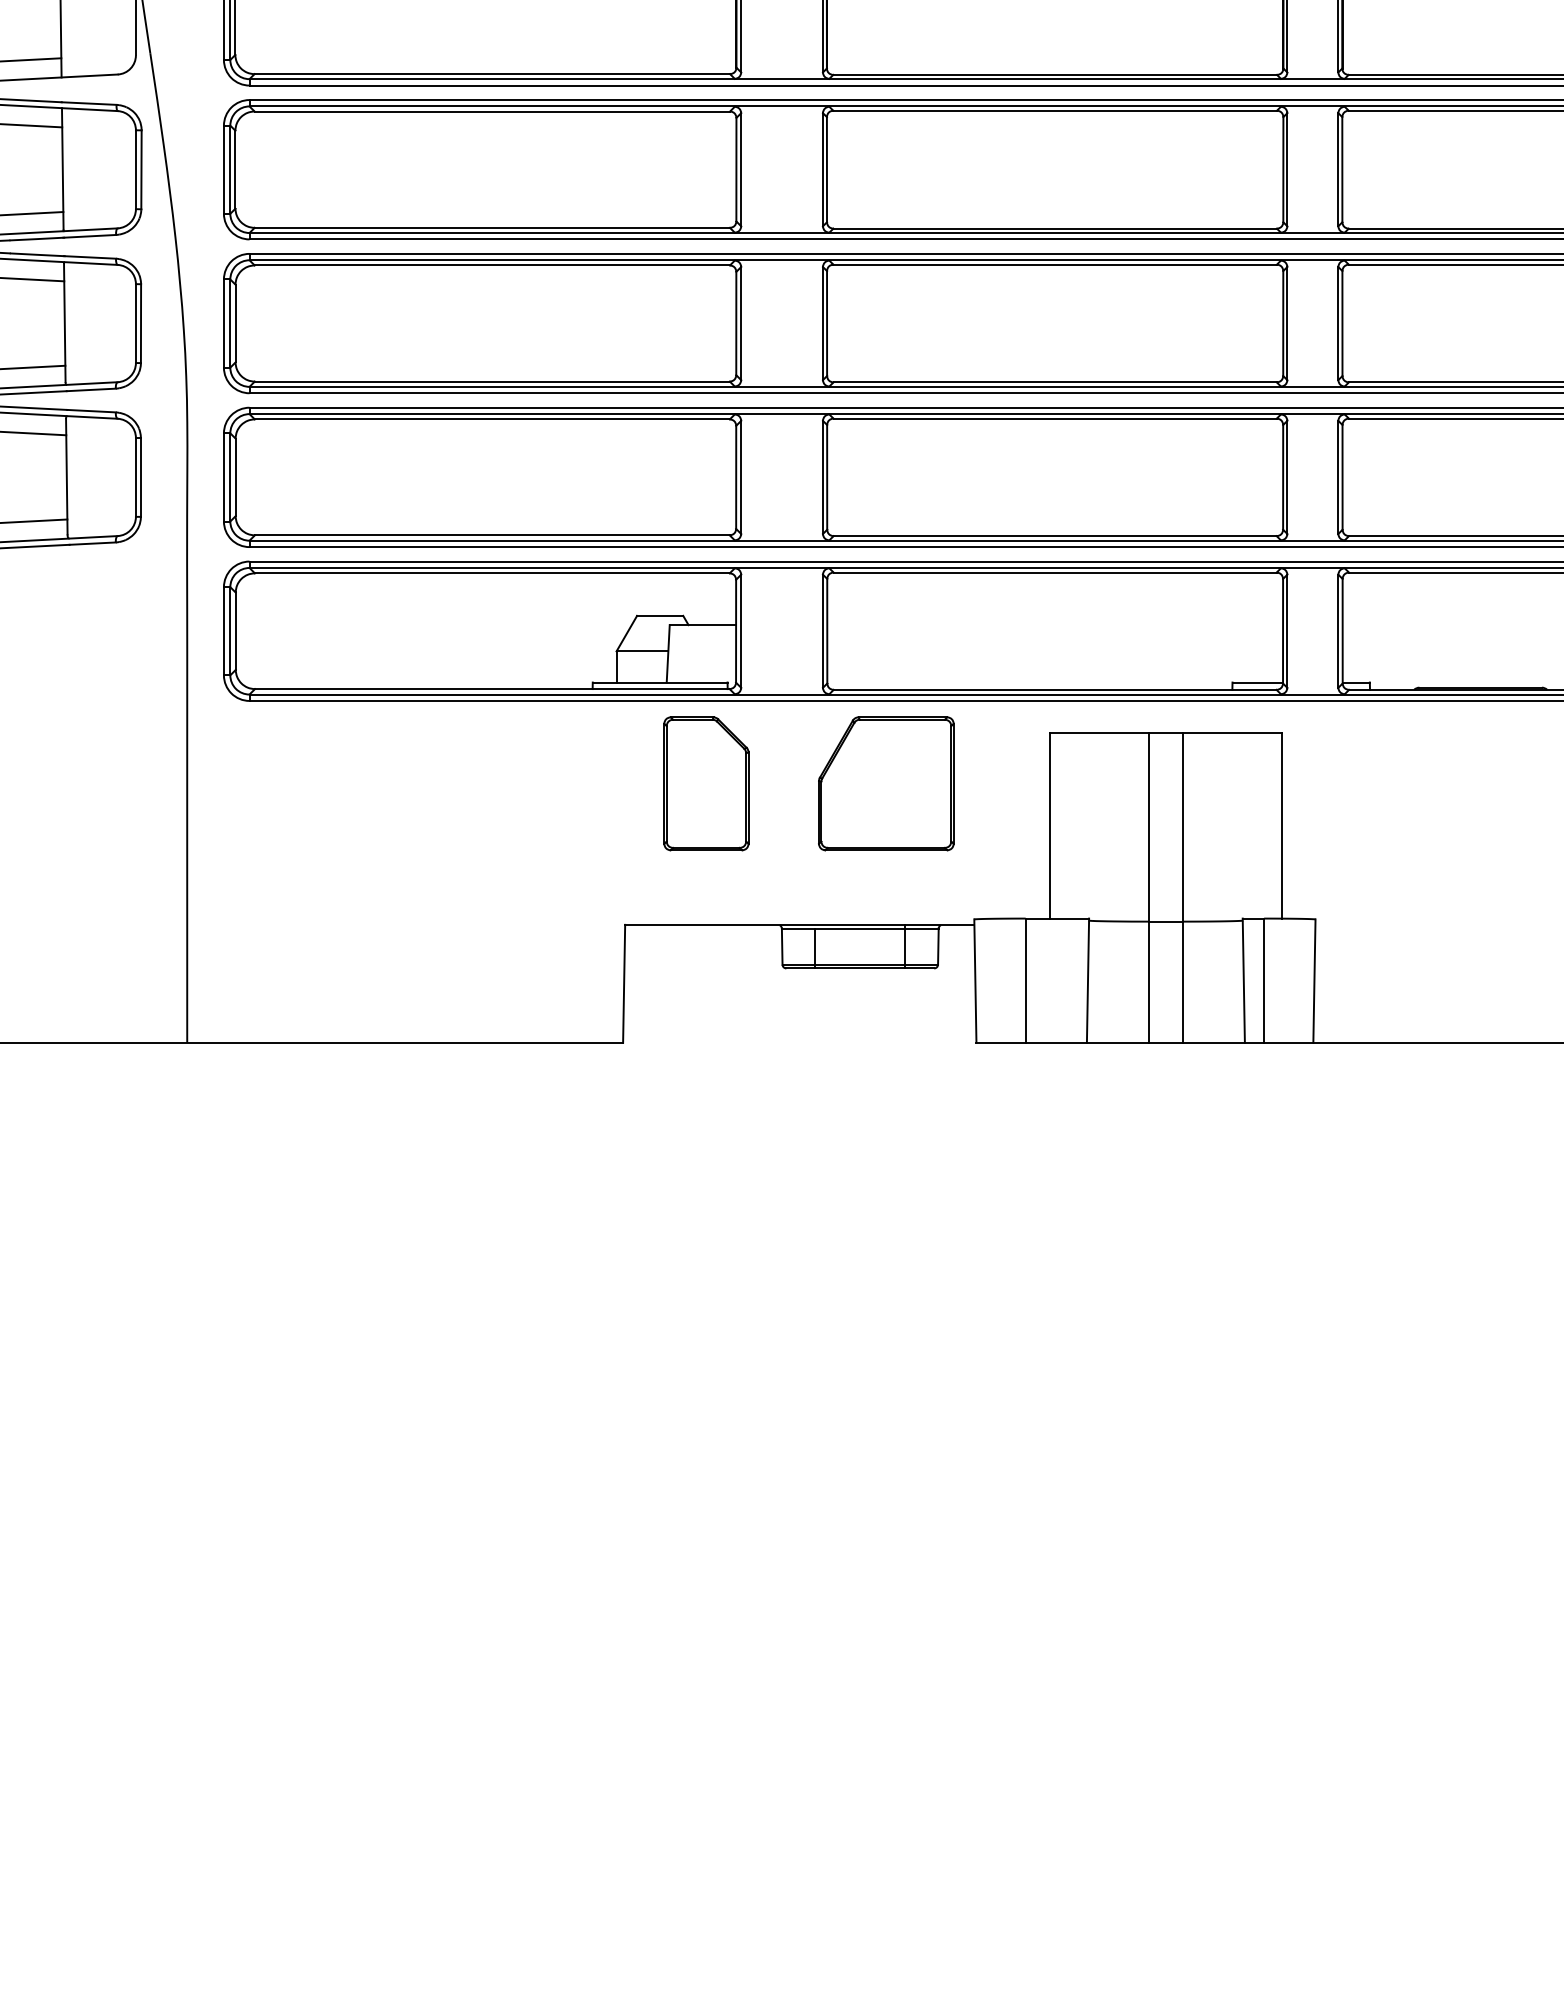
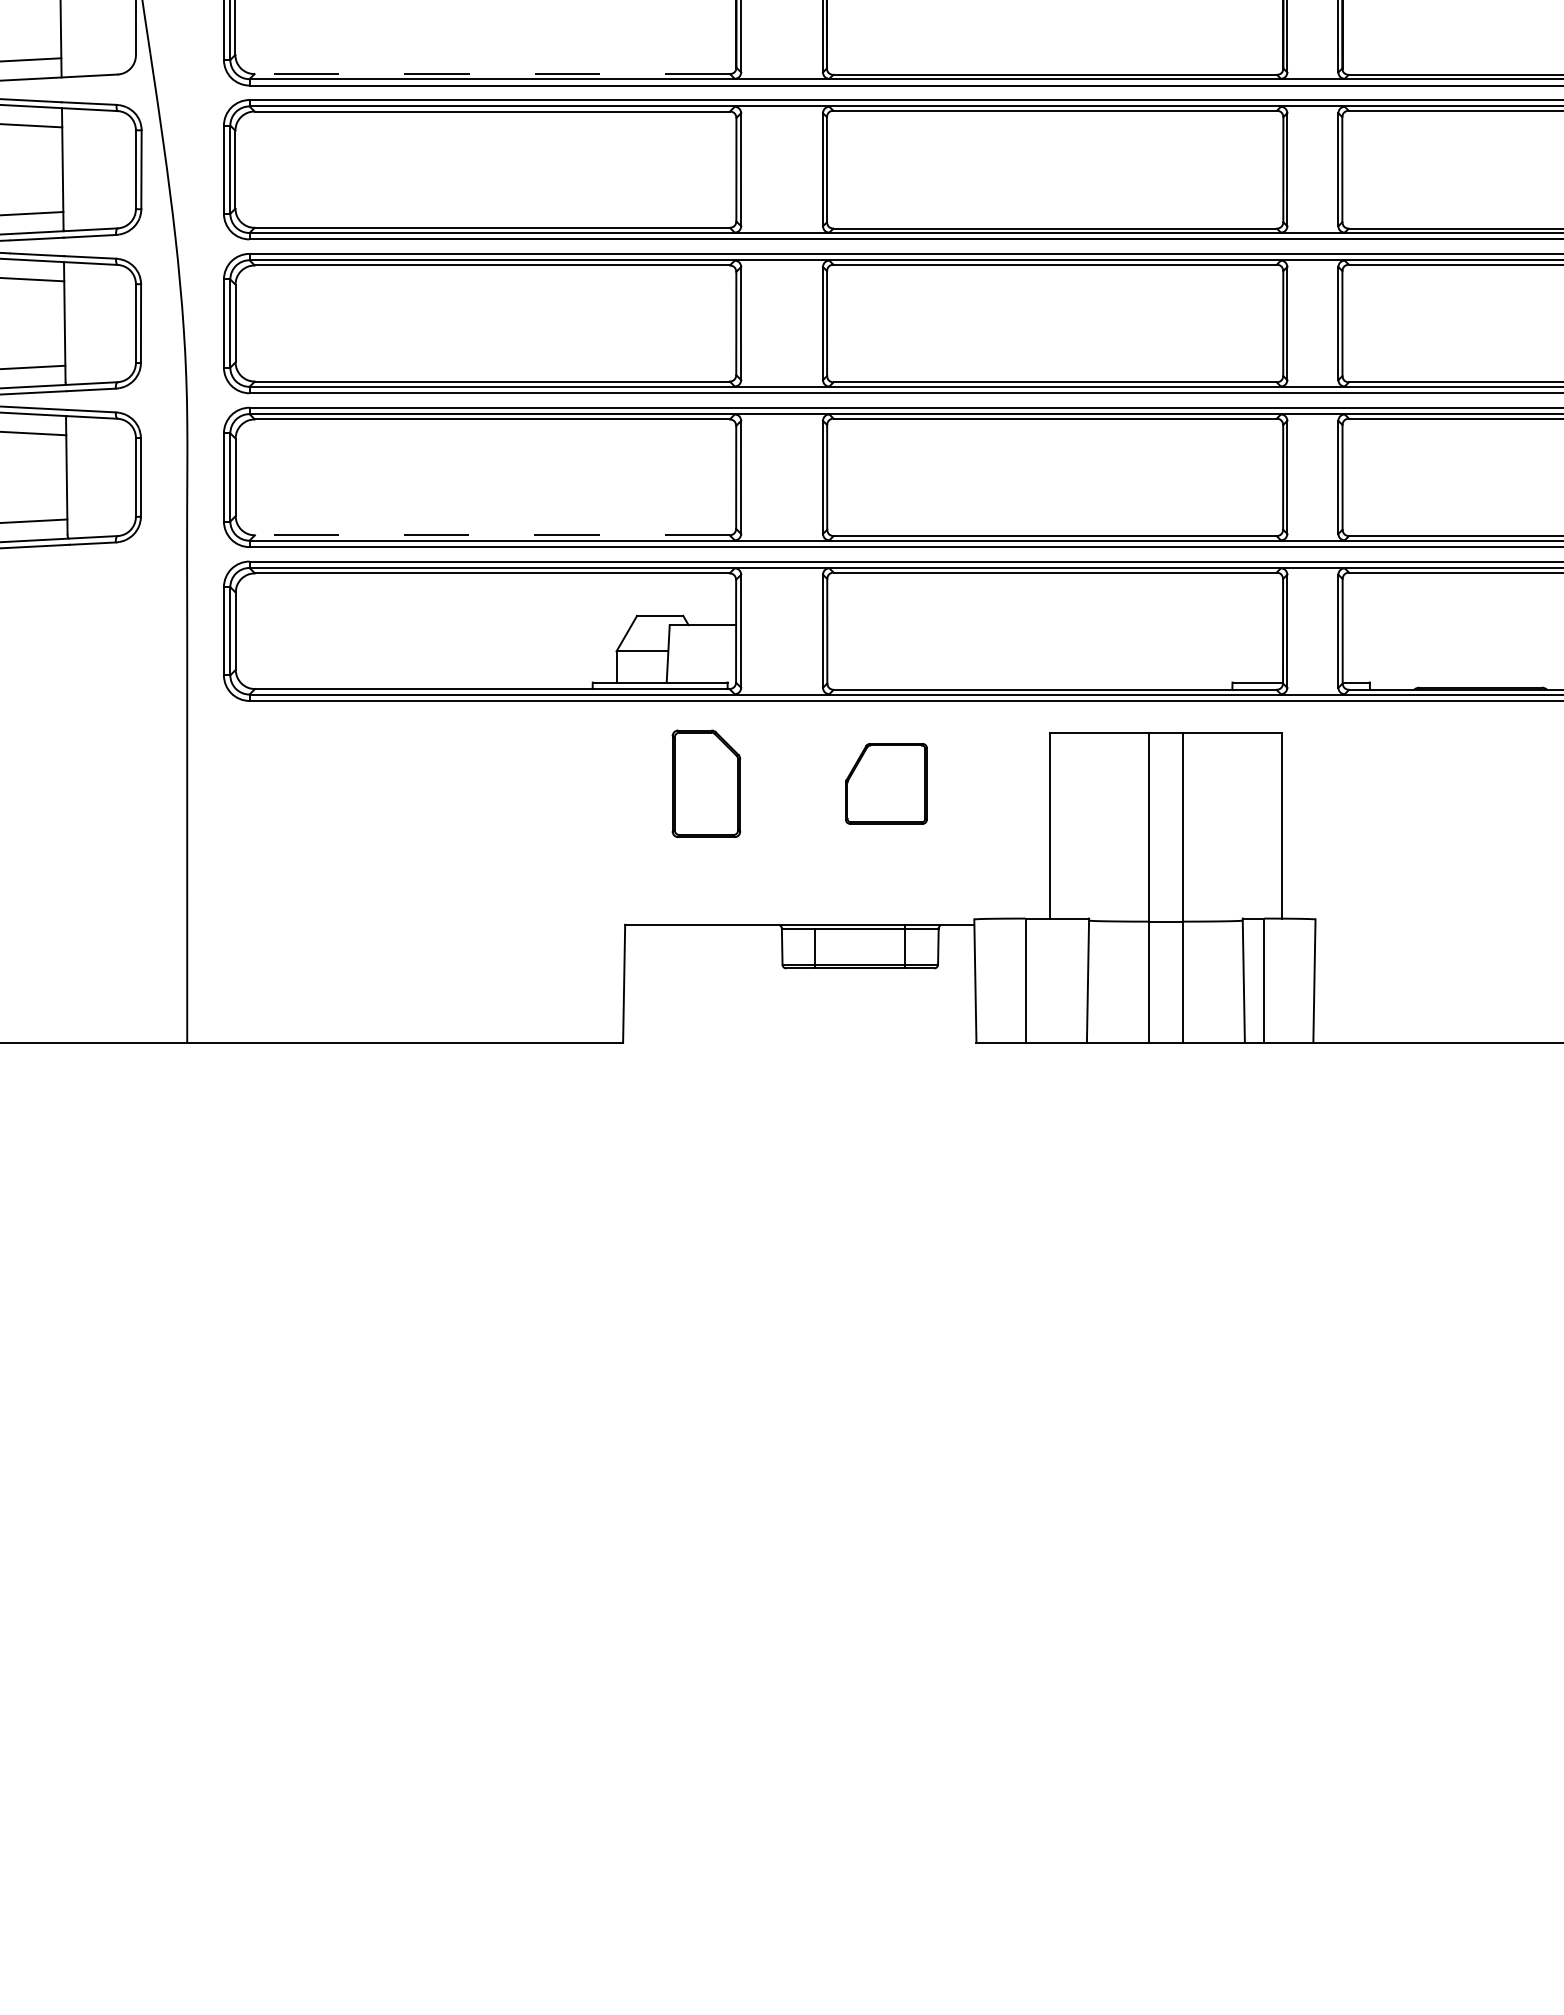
line at (492, 74): solid -> dashed
line at (491, 535): solid -> dashed
part at (706, 783) size: 87x136 px -> 71x109 px
part at (886, 783) size: 137x136 px -> 83x82 px
